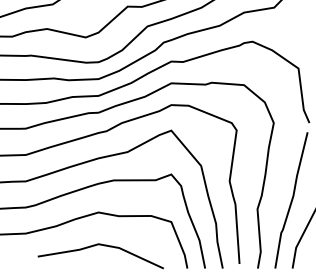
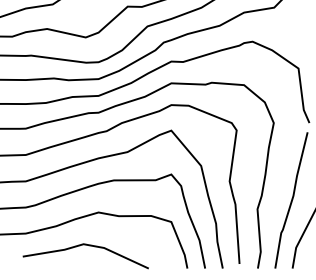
line at (104, 246) position: (104, 246) -> (89, 246)
